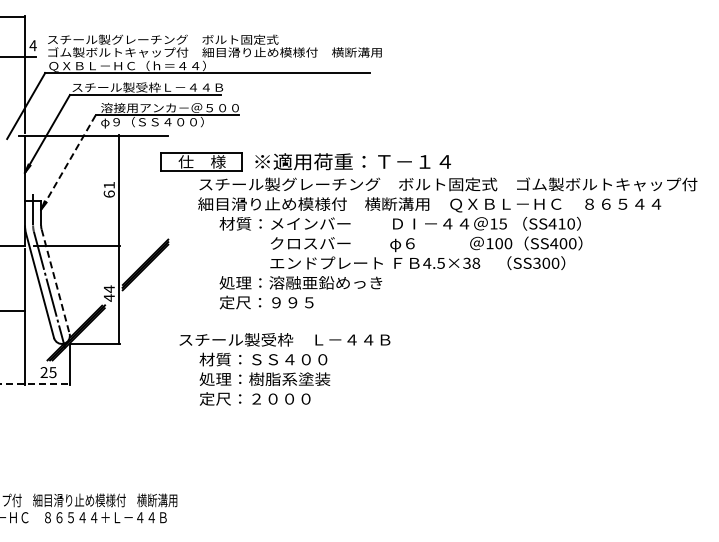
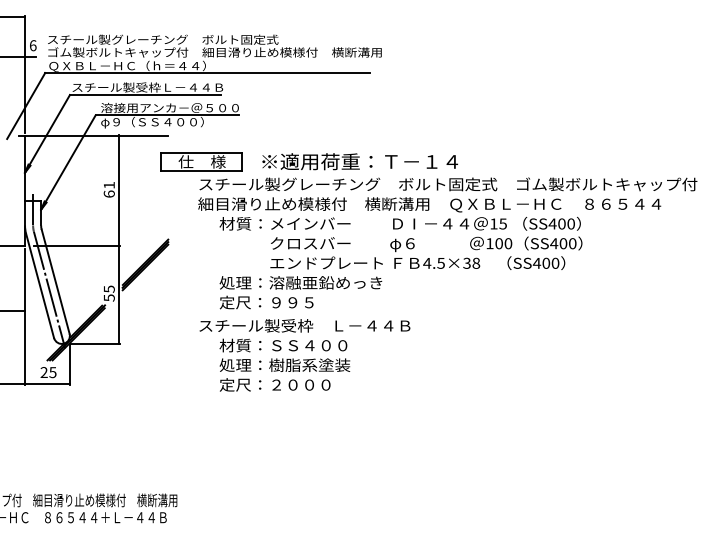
text at (32, 45): 4 -> 6
text at (352, 161) position: (352, 161) -> (359, 161)
line at (68, 163): dashed -> solid
text at (561, 223): SS410 -> SS400
text at (536, 262): SS300 -> SS400
line at (55, 281): dashed -> solid
text at (108, 293): 44 -> 55
text at (284, 369) position: (284, 369) -> (304, 355)
line at (35, 383): dashed -> solid
